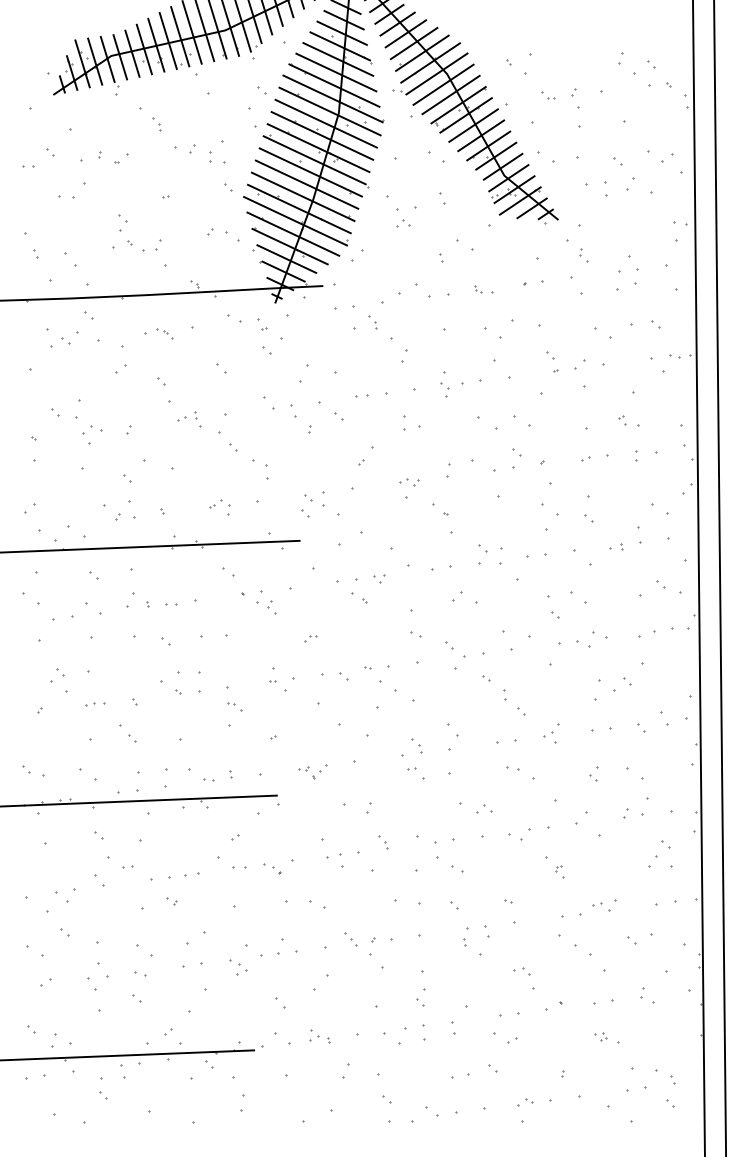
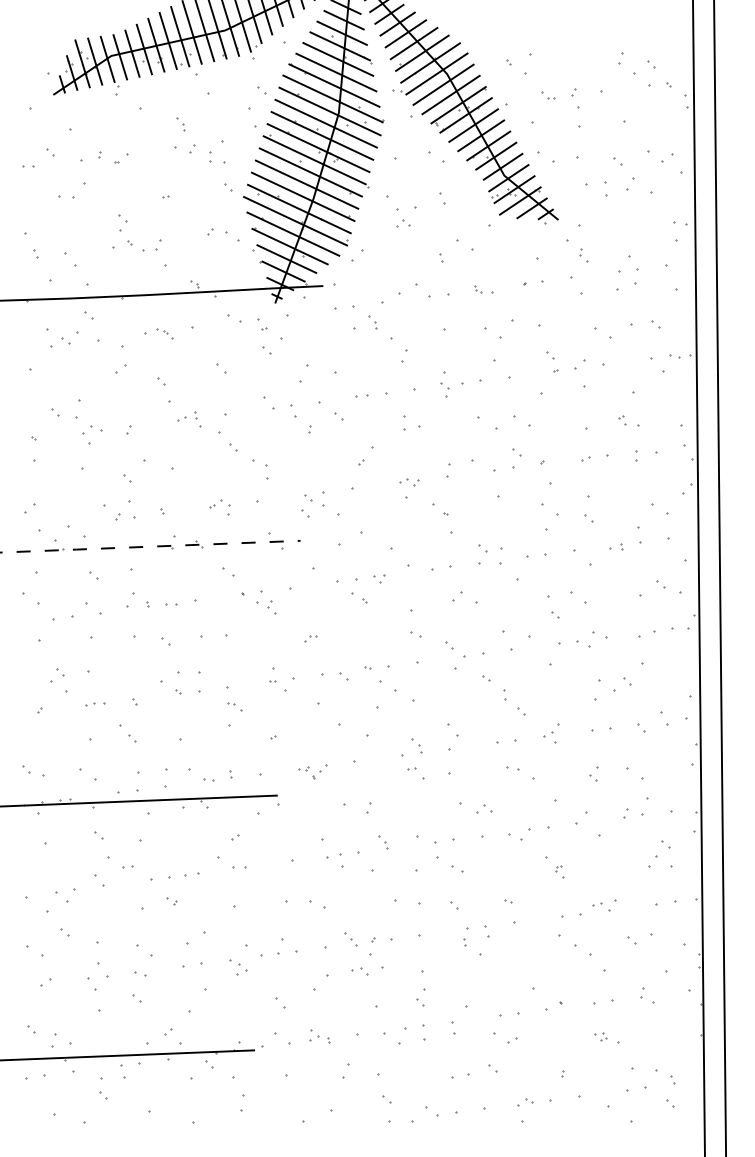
part at (156, 124) position: (156, 124) -> (180, 124)
line at (150, 546): solid -> dashed
part at (272, 868): present -> none
part at (521, 971) position: (521, 971) -> (359, 971)
